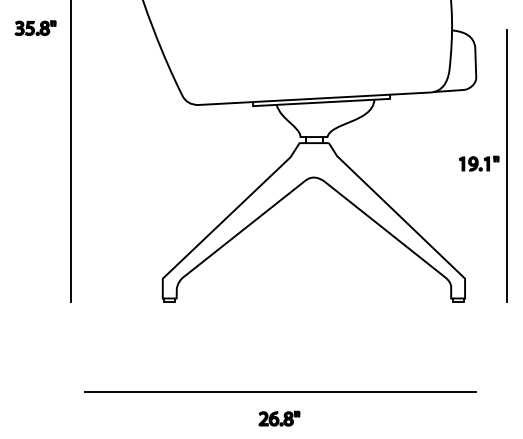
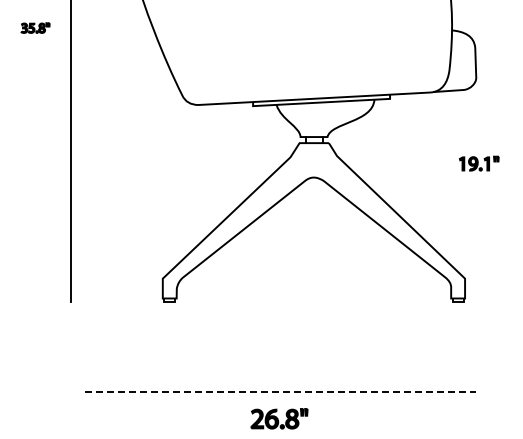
part at (35, 27) size: 43x16 px -> 31x12 px
line at (507, 165): present -> none
line at (281, 392): solid -> dashed
part at (279, 418) size: 43x17 px -> 59x22 px
